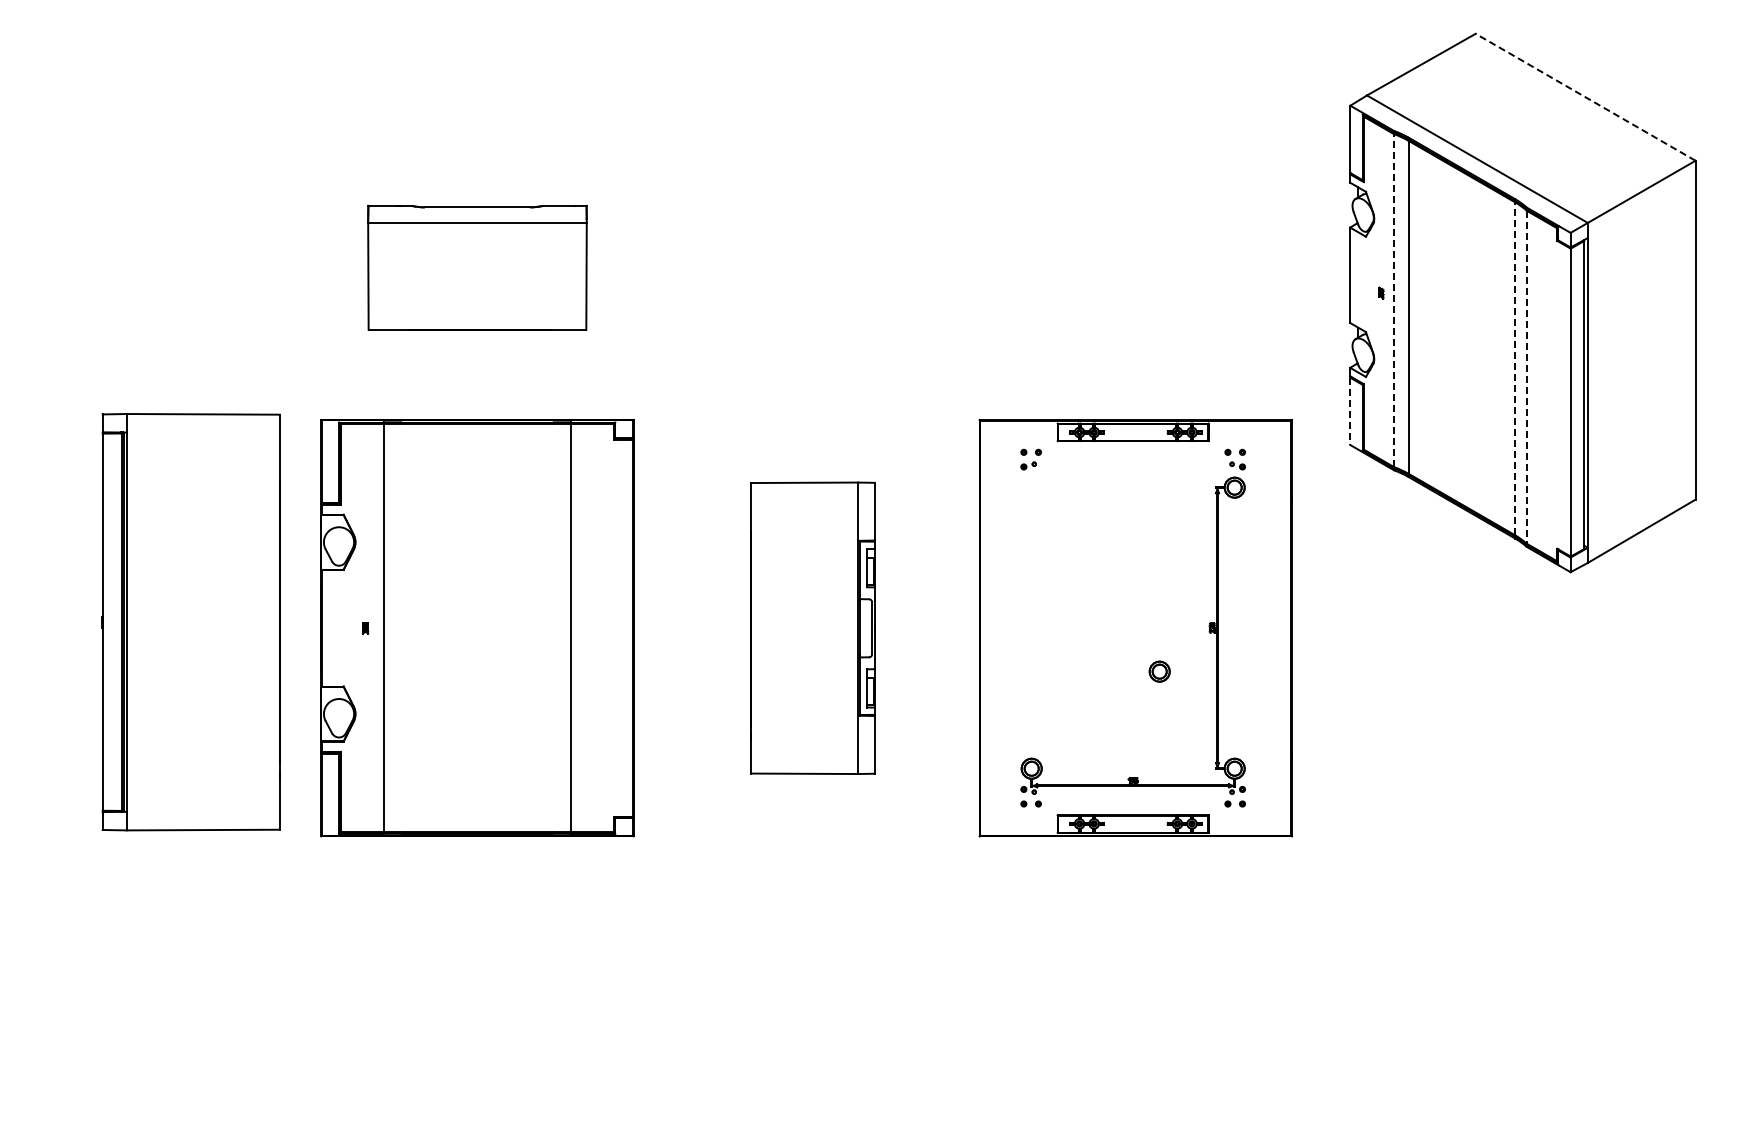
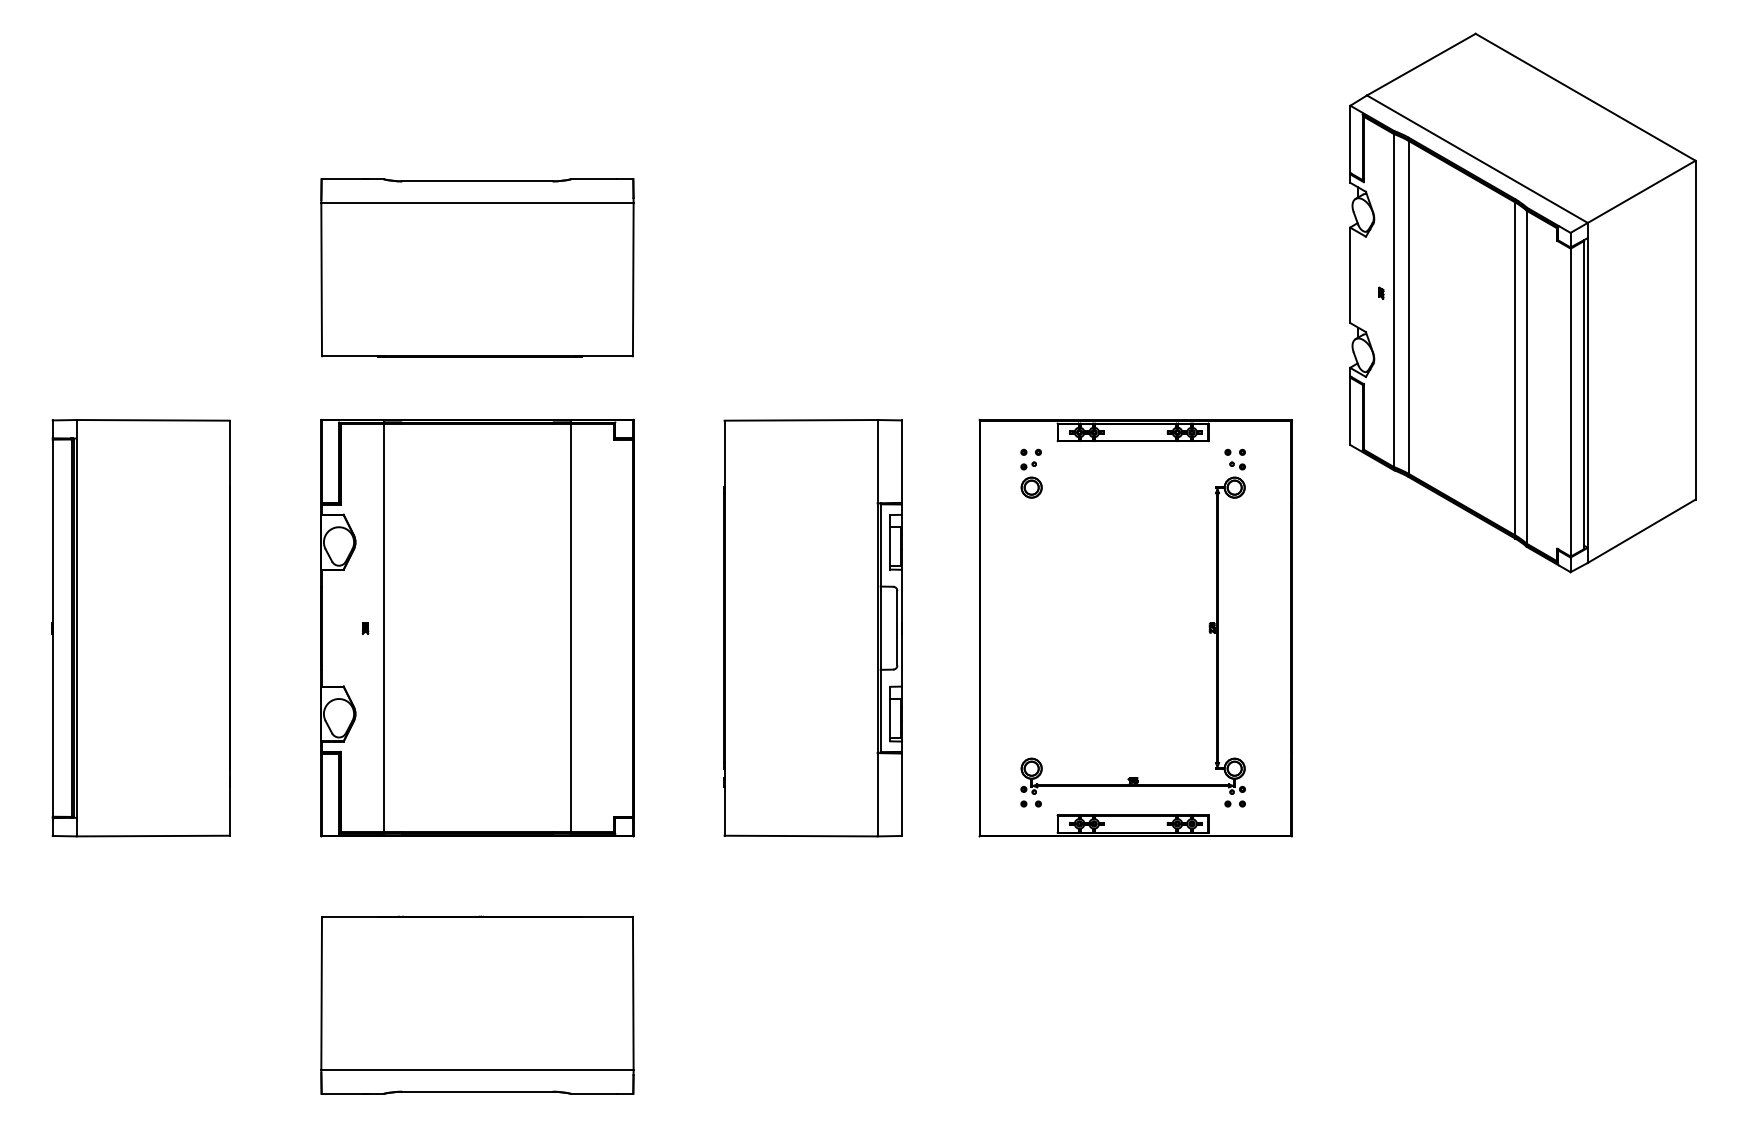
line at (1585, 97): dashed -> solid
part at (477, 267) size: 221x126 px -> 315x180 px
line at (1394, 300): dashed -> solid
line at (1515, 368): dashed -> solid
line at (1526, 377): dashed -> solid
line at (1350, 411): dashed -> solid
part at (190, 622) position: (190, 622) -> (140, 628)
part at (812, 627) size: 126x294 px -> 180x419 px
part at (1159, 671) position: (1159, 671) -> (1031, 487)
part at (477, 1004): none -> present
